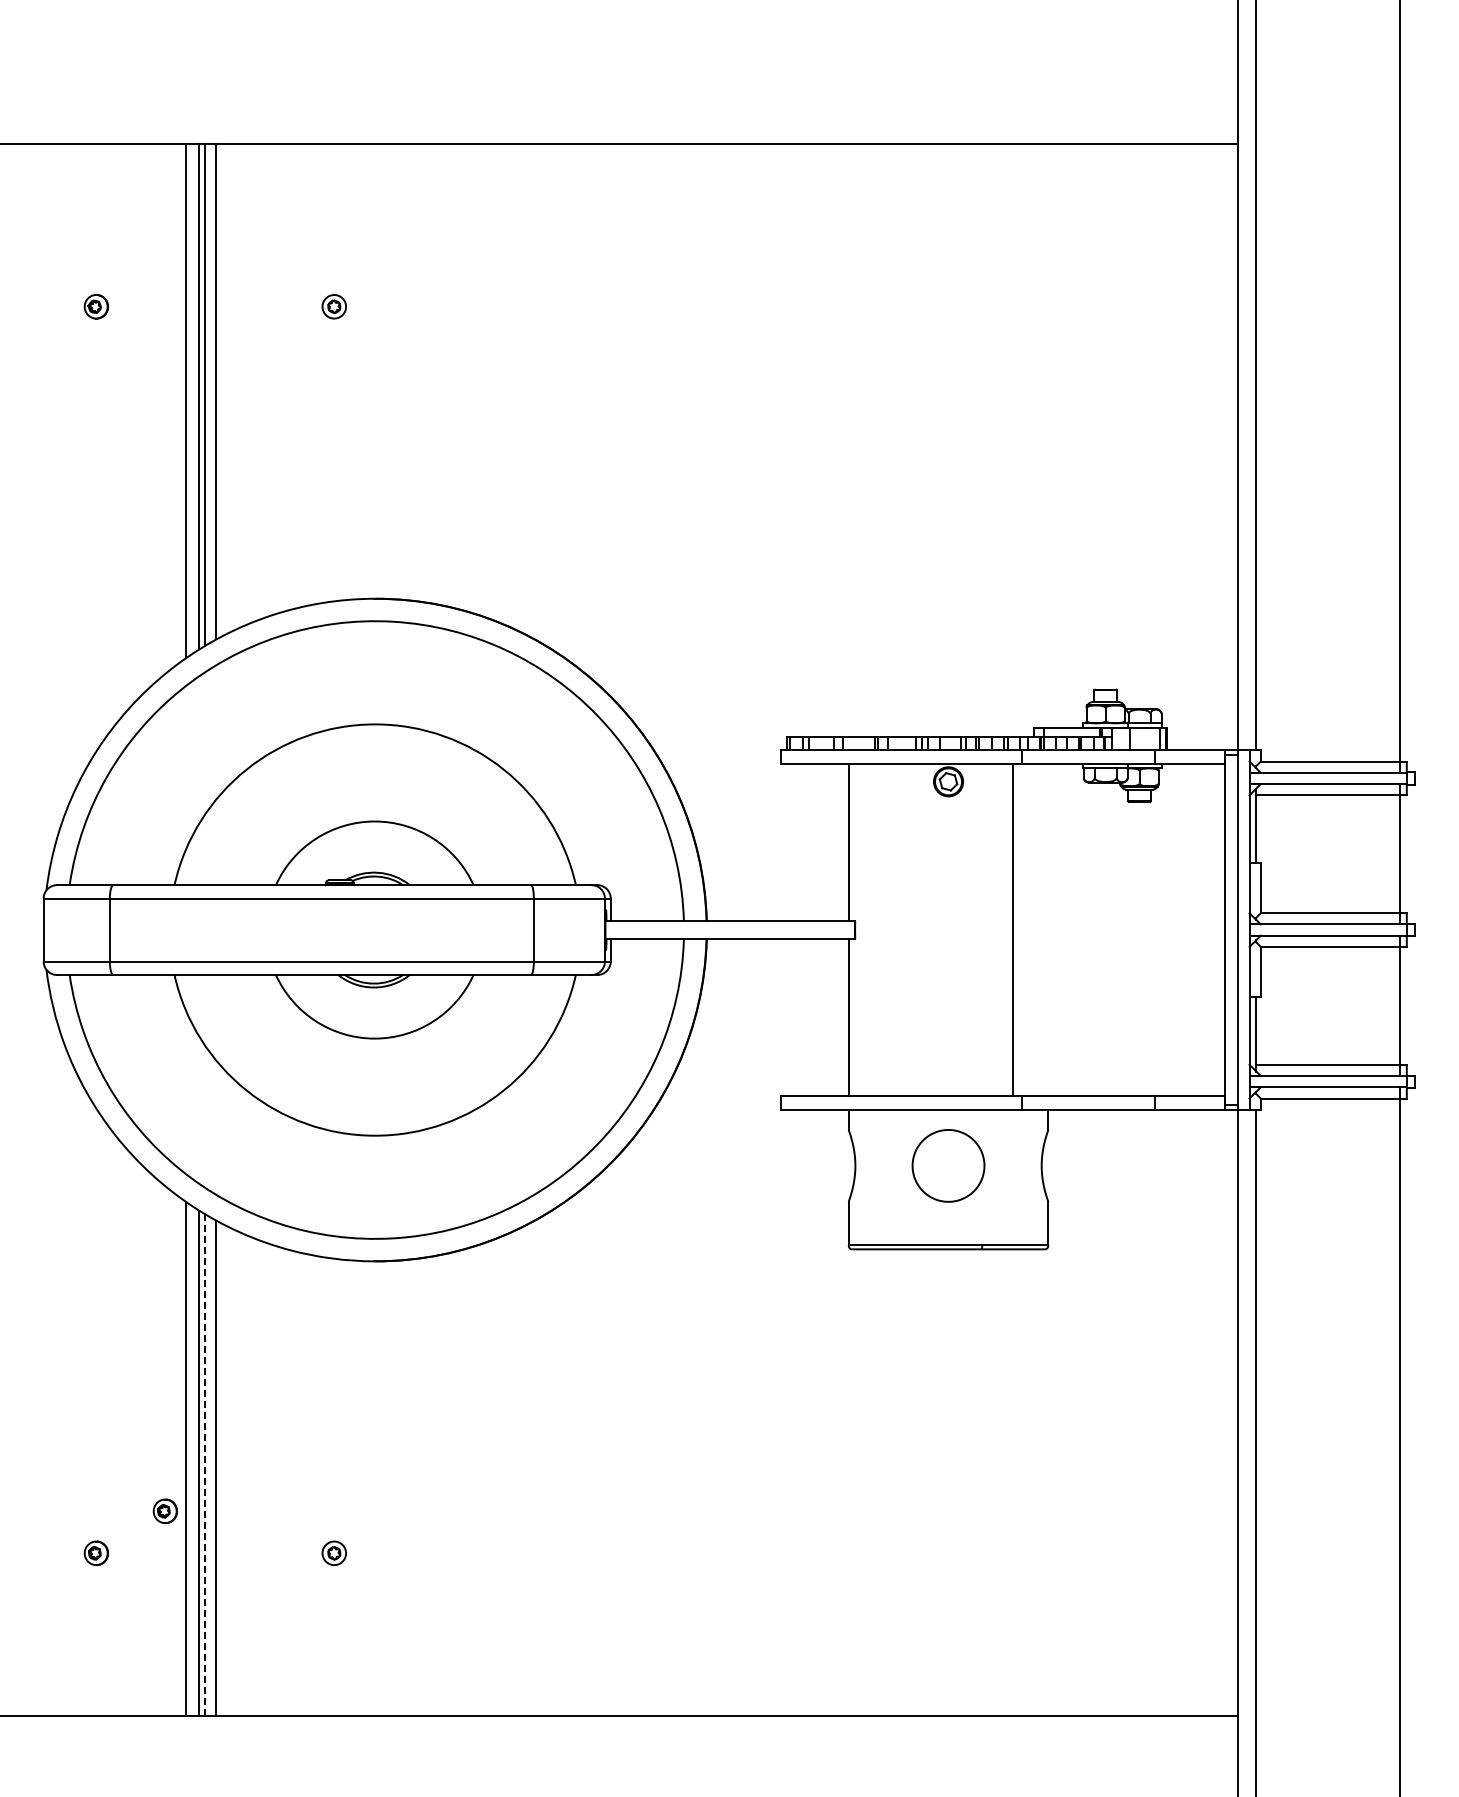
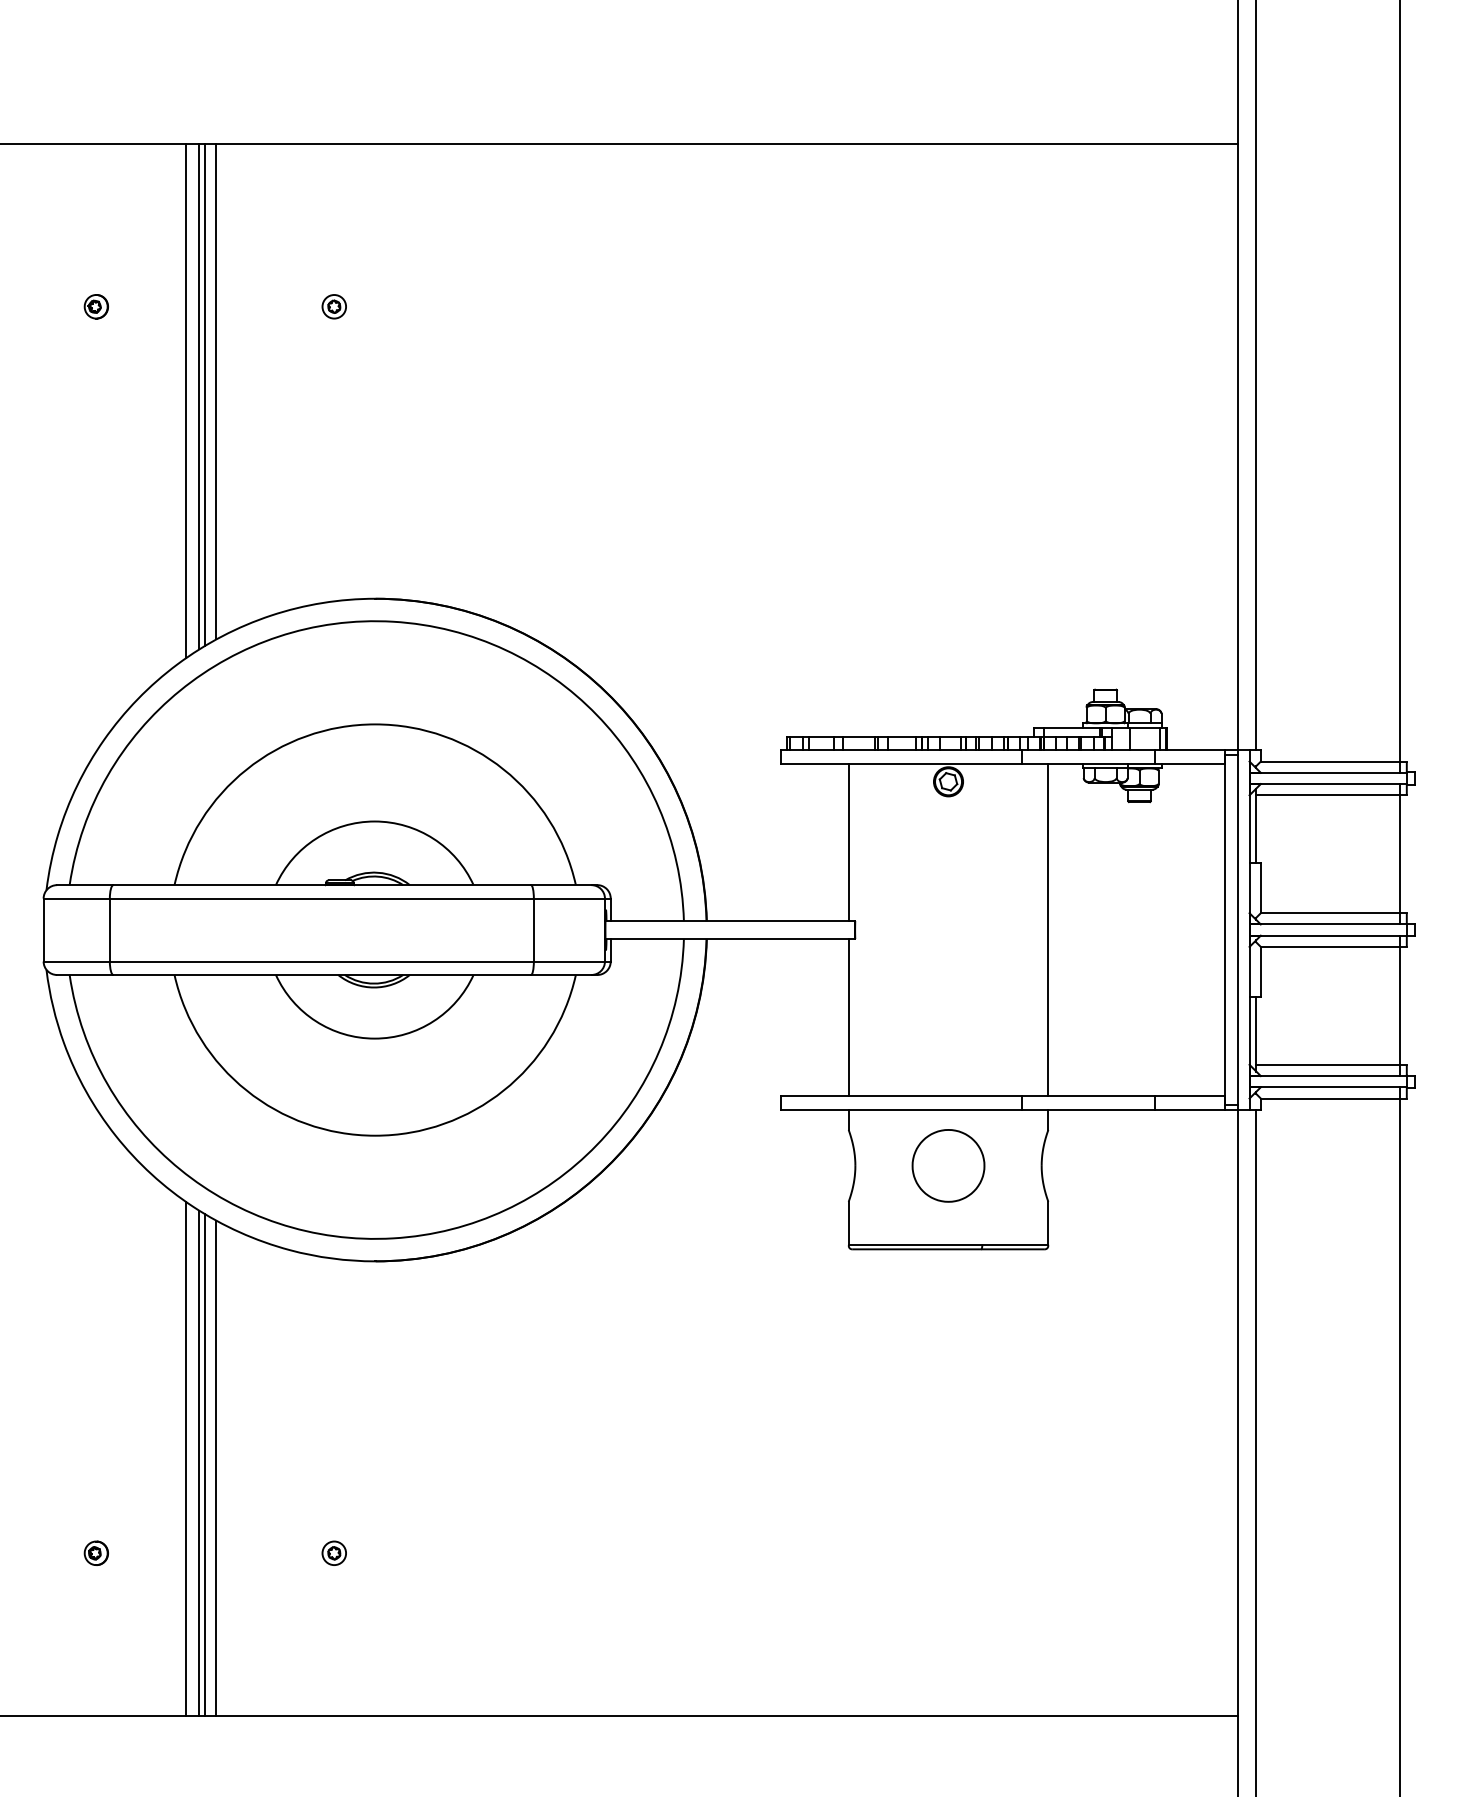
line at (1013, 929) position: (1013, 929) -> (1048, 929)
line at (205, 1465): dashed -> solid
part at (164, 1510): present -> none
